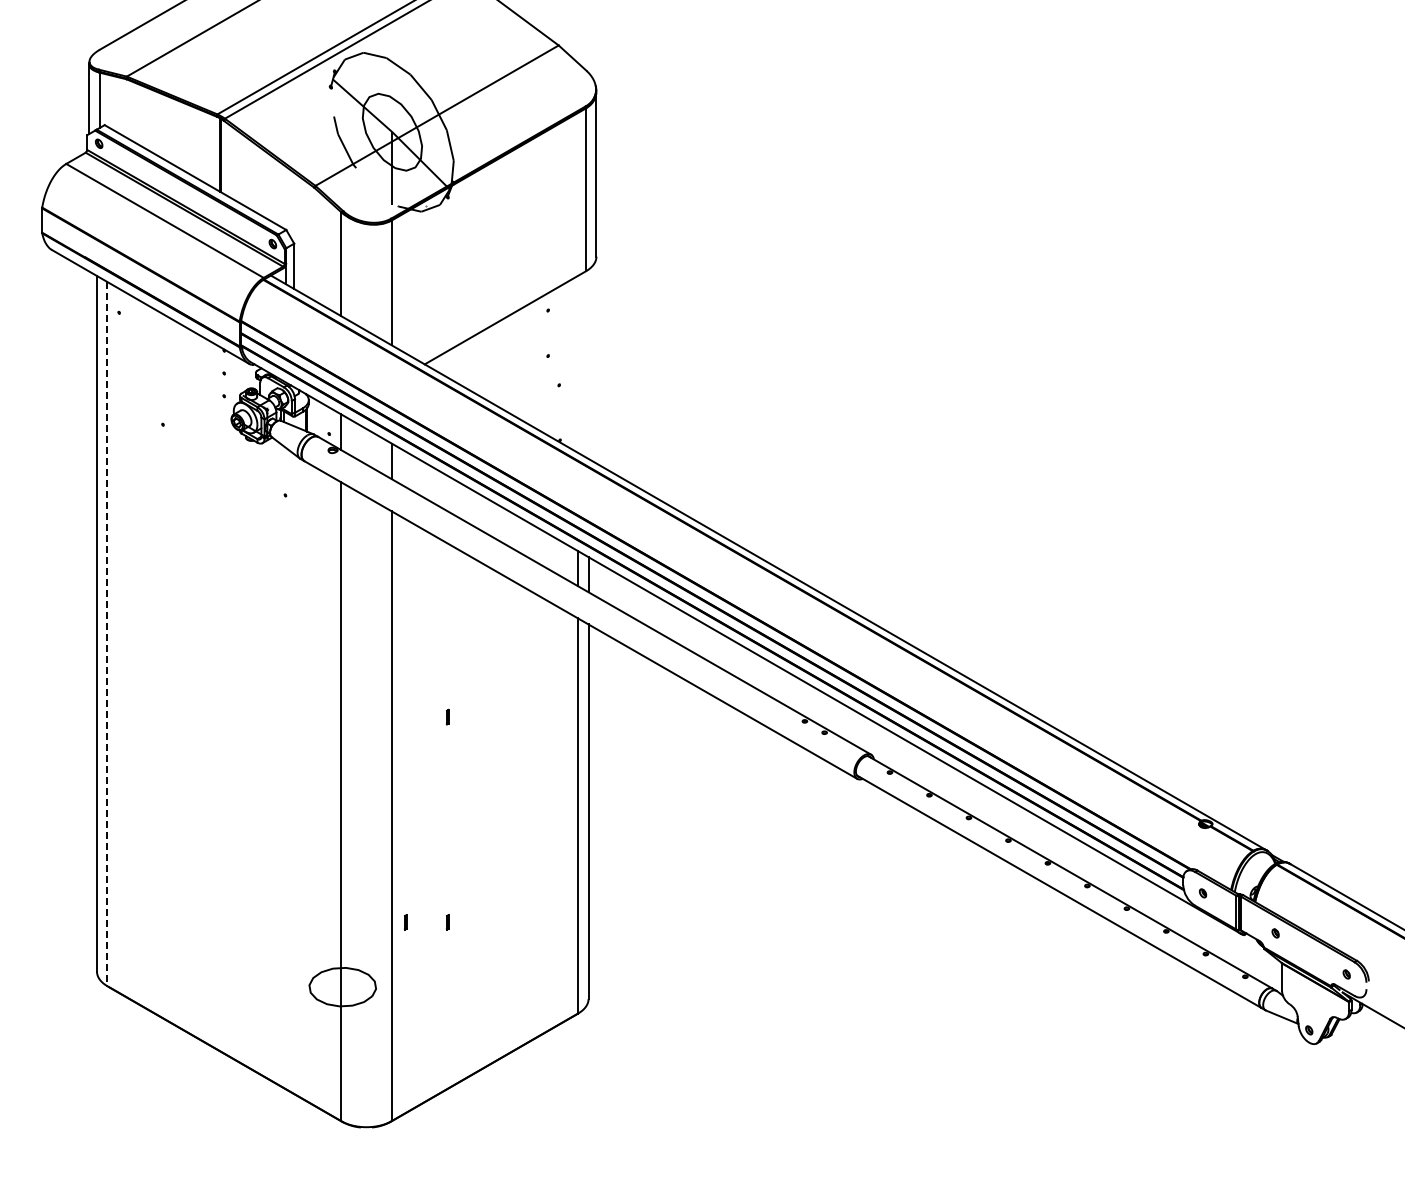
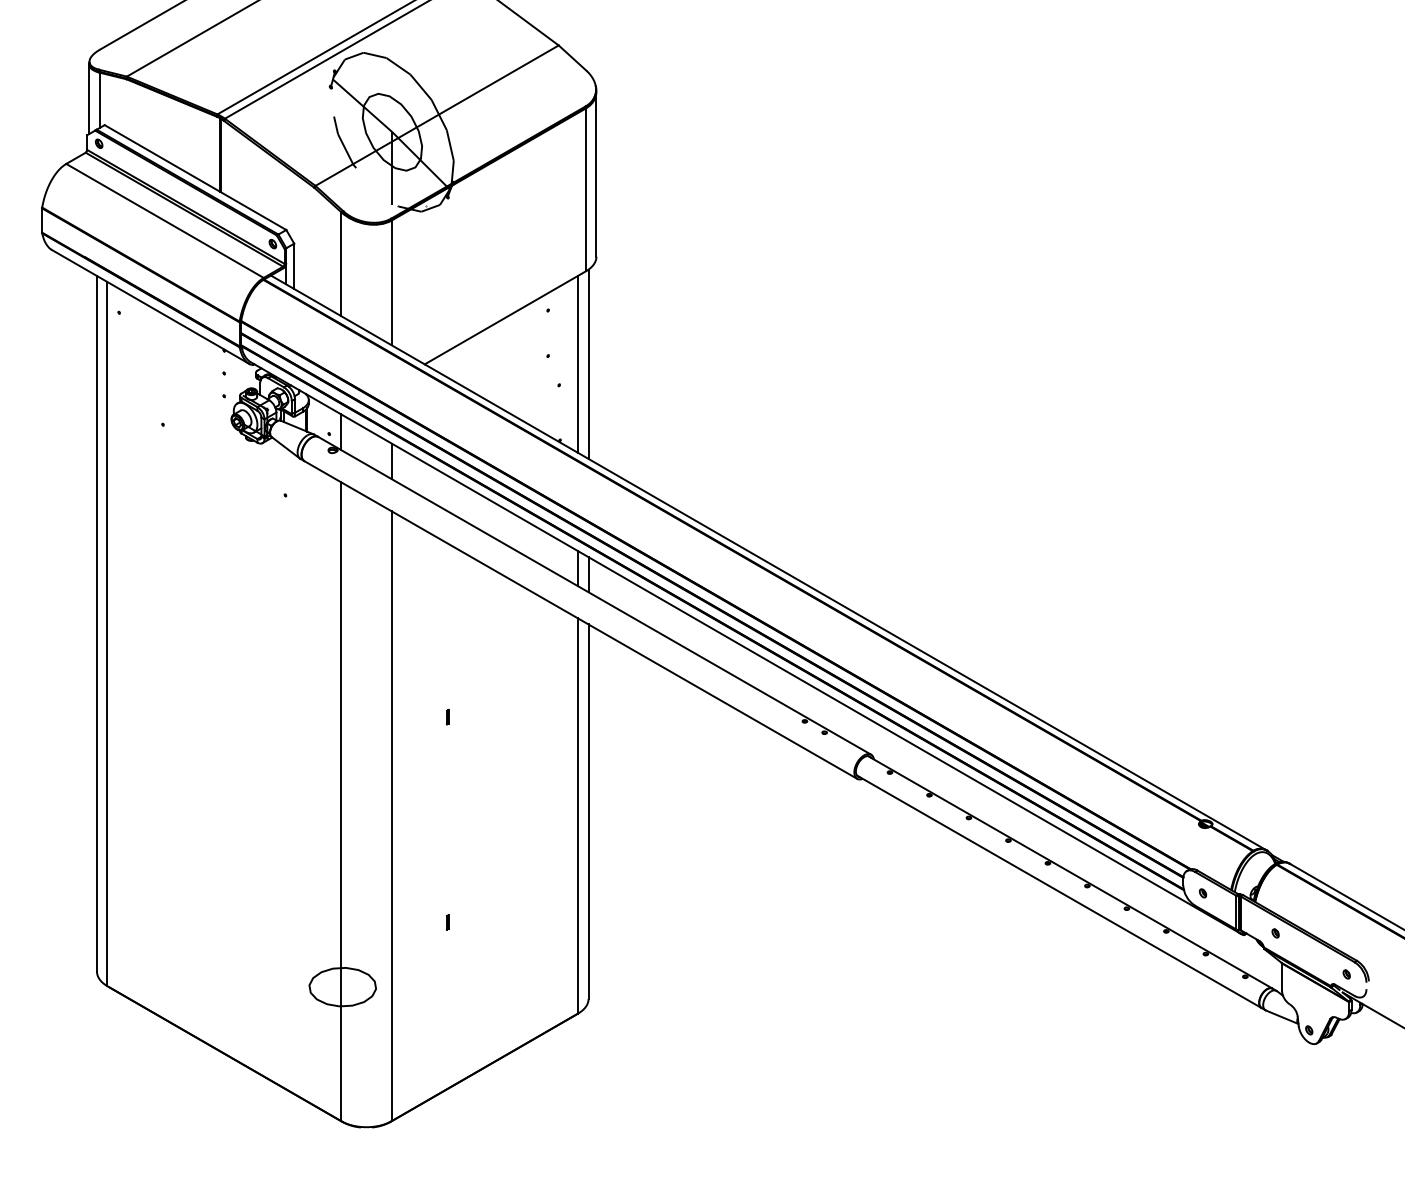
line at (578, 363): none -> present
line at (588, 363): none -> present
line at (107, 634): dashed -> solid
part at (405, 922): present -> none
